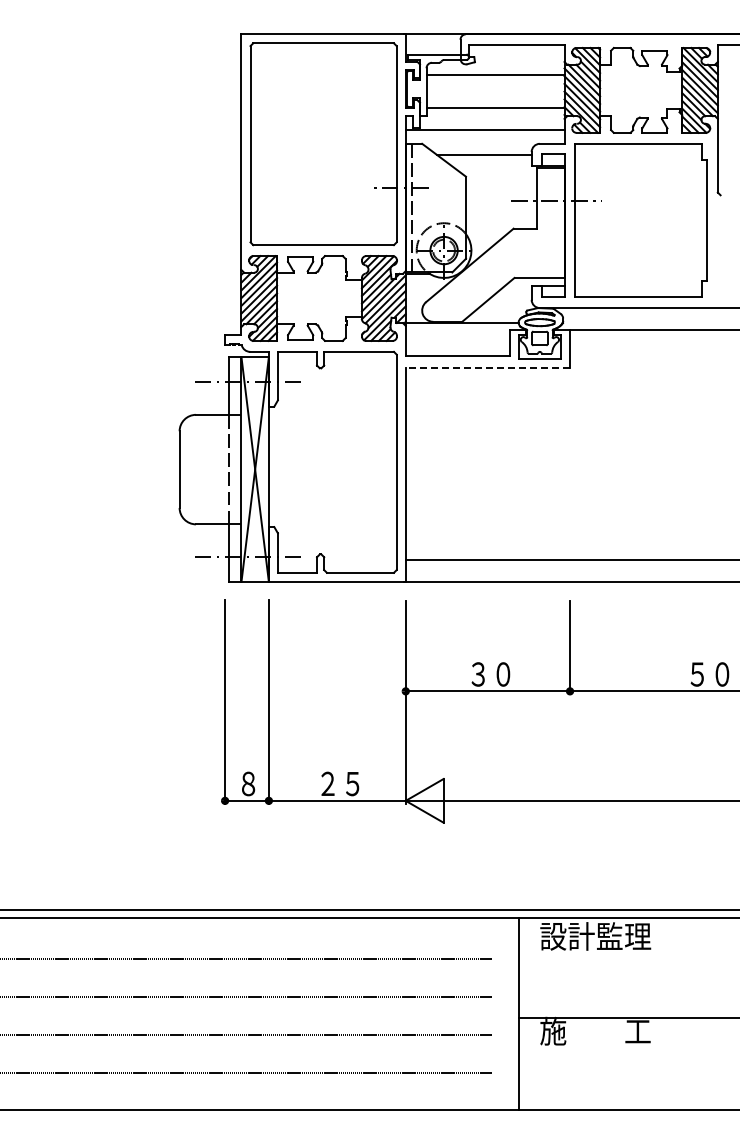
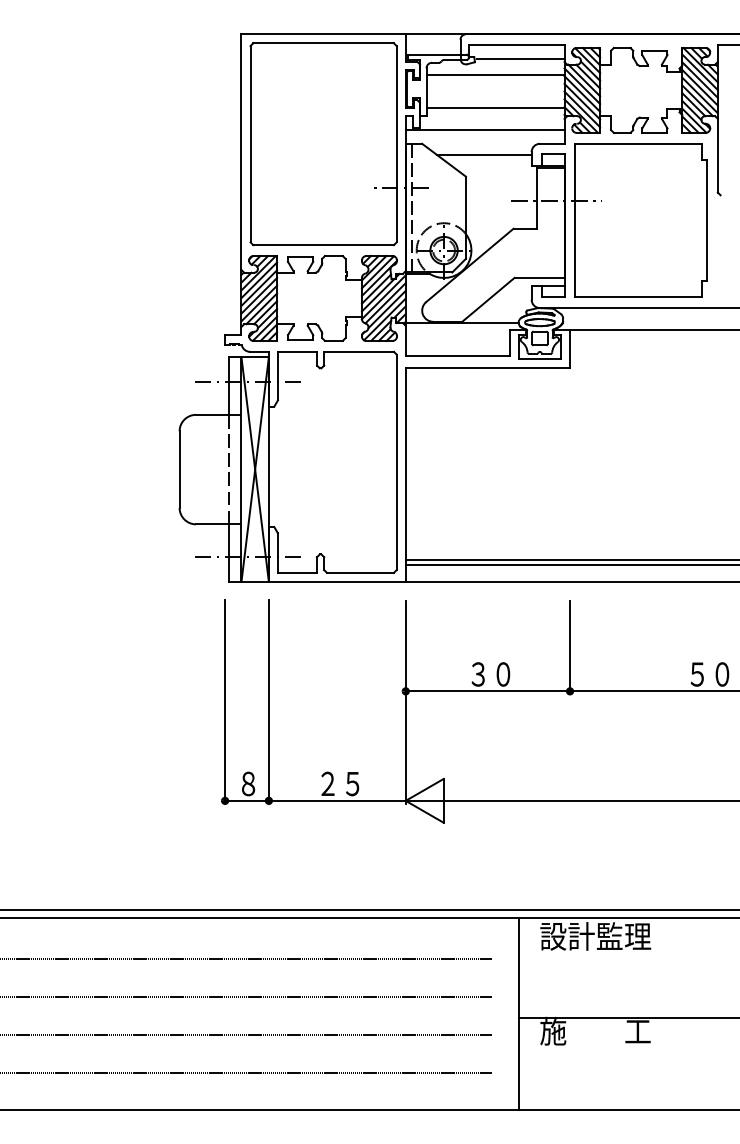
line at (520, 58): none -> present
line at (487, 368): dashed -> solid
line at (570, 565): none -> present
